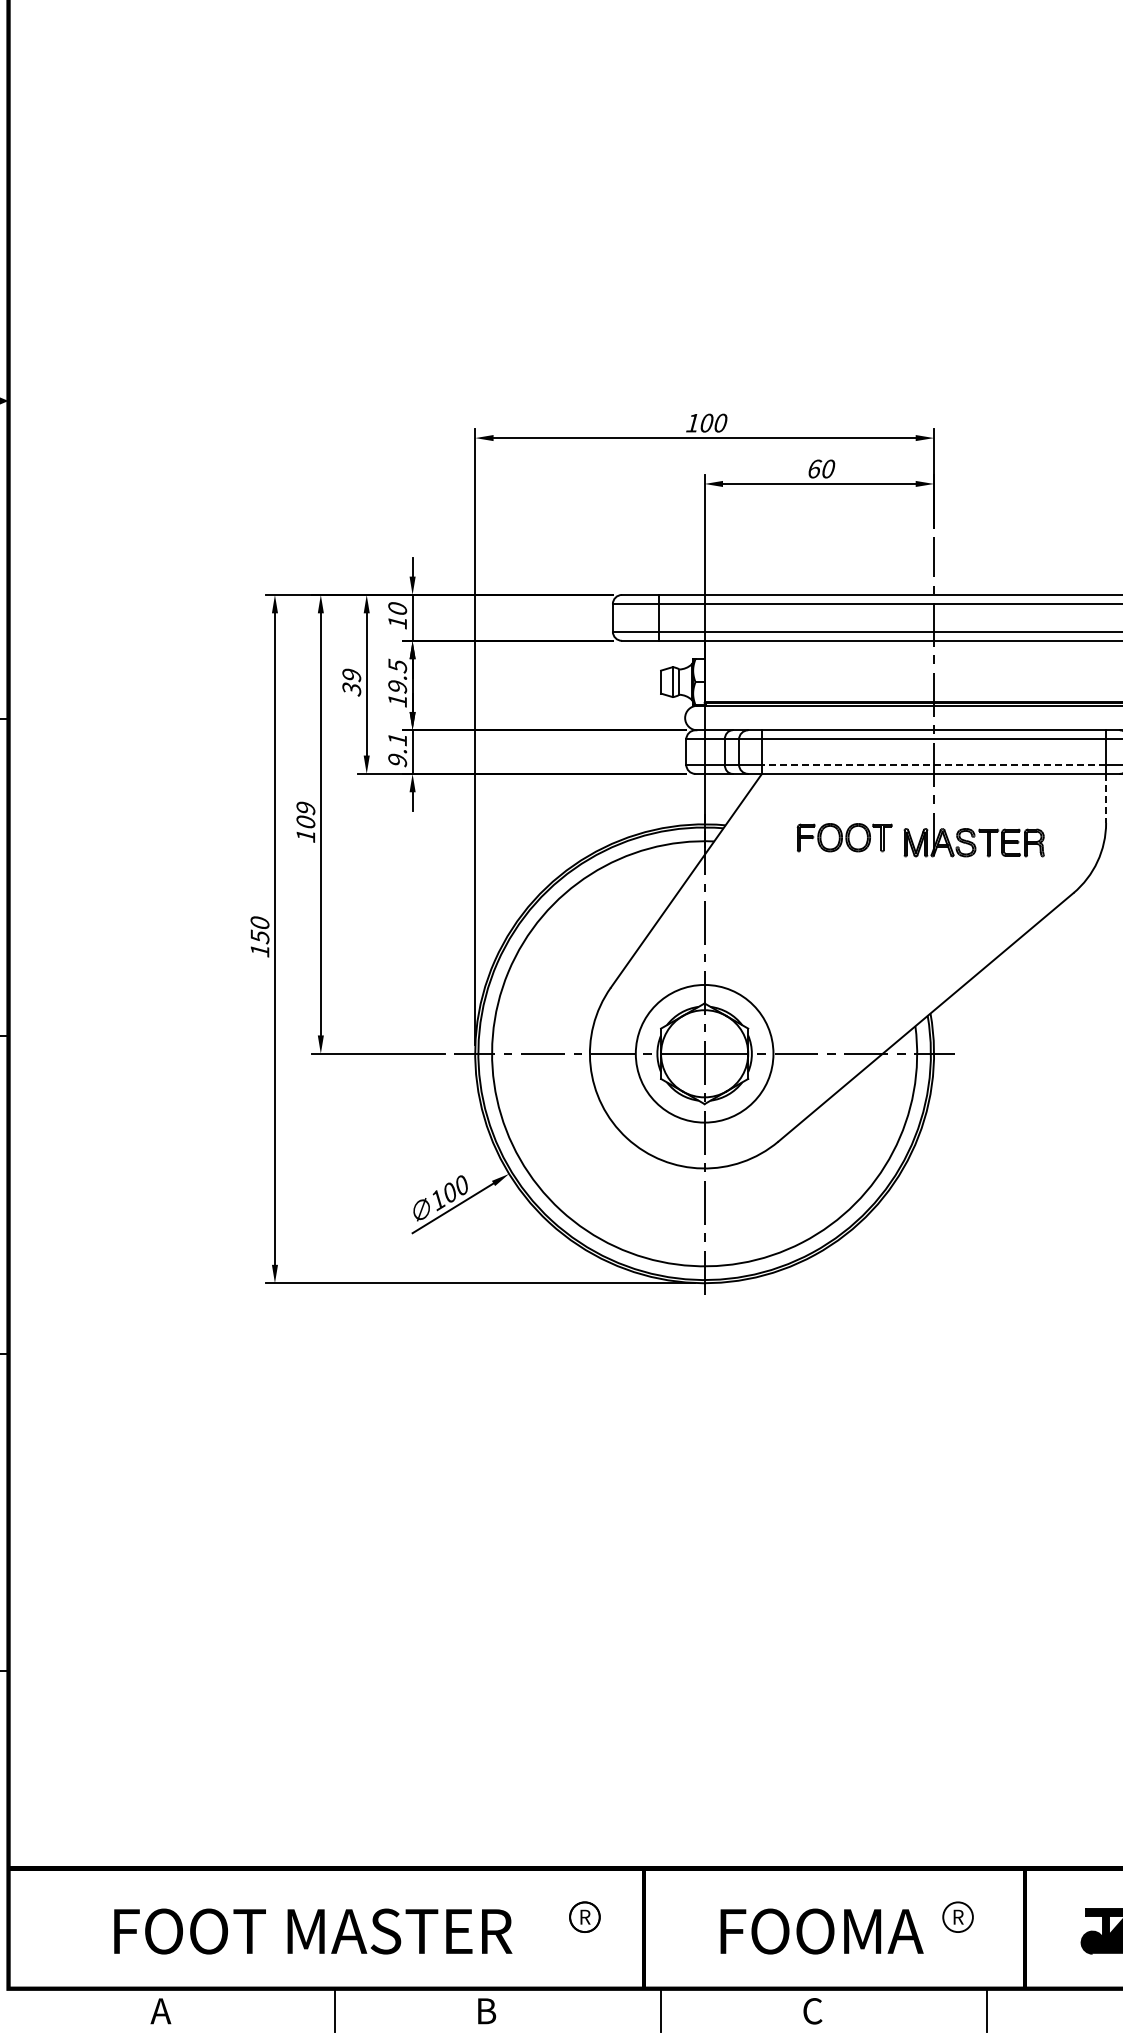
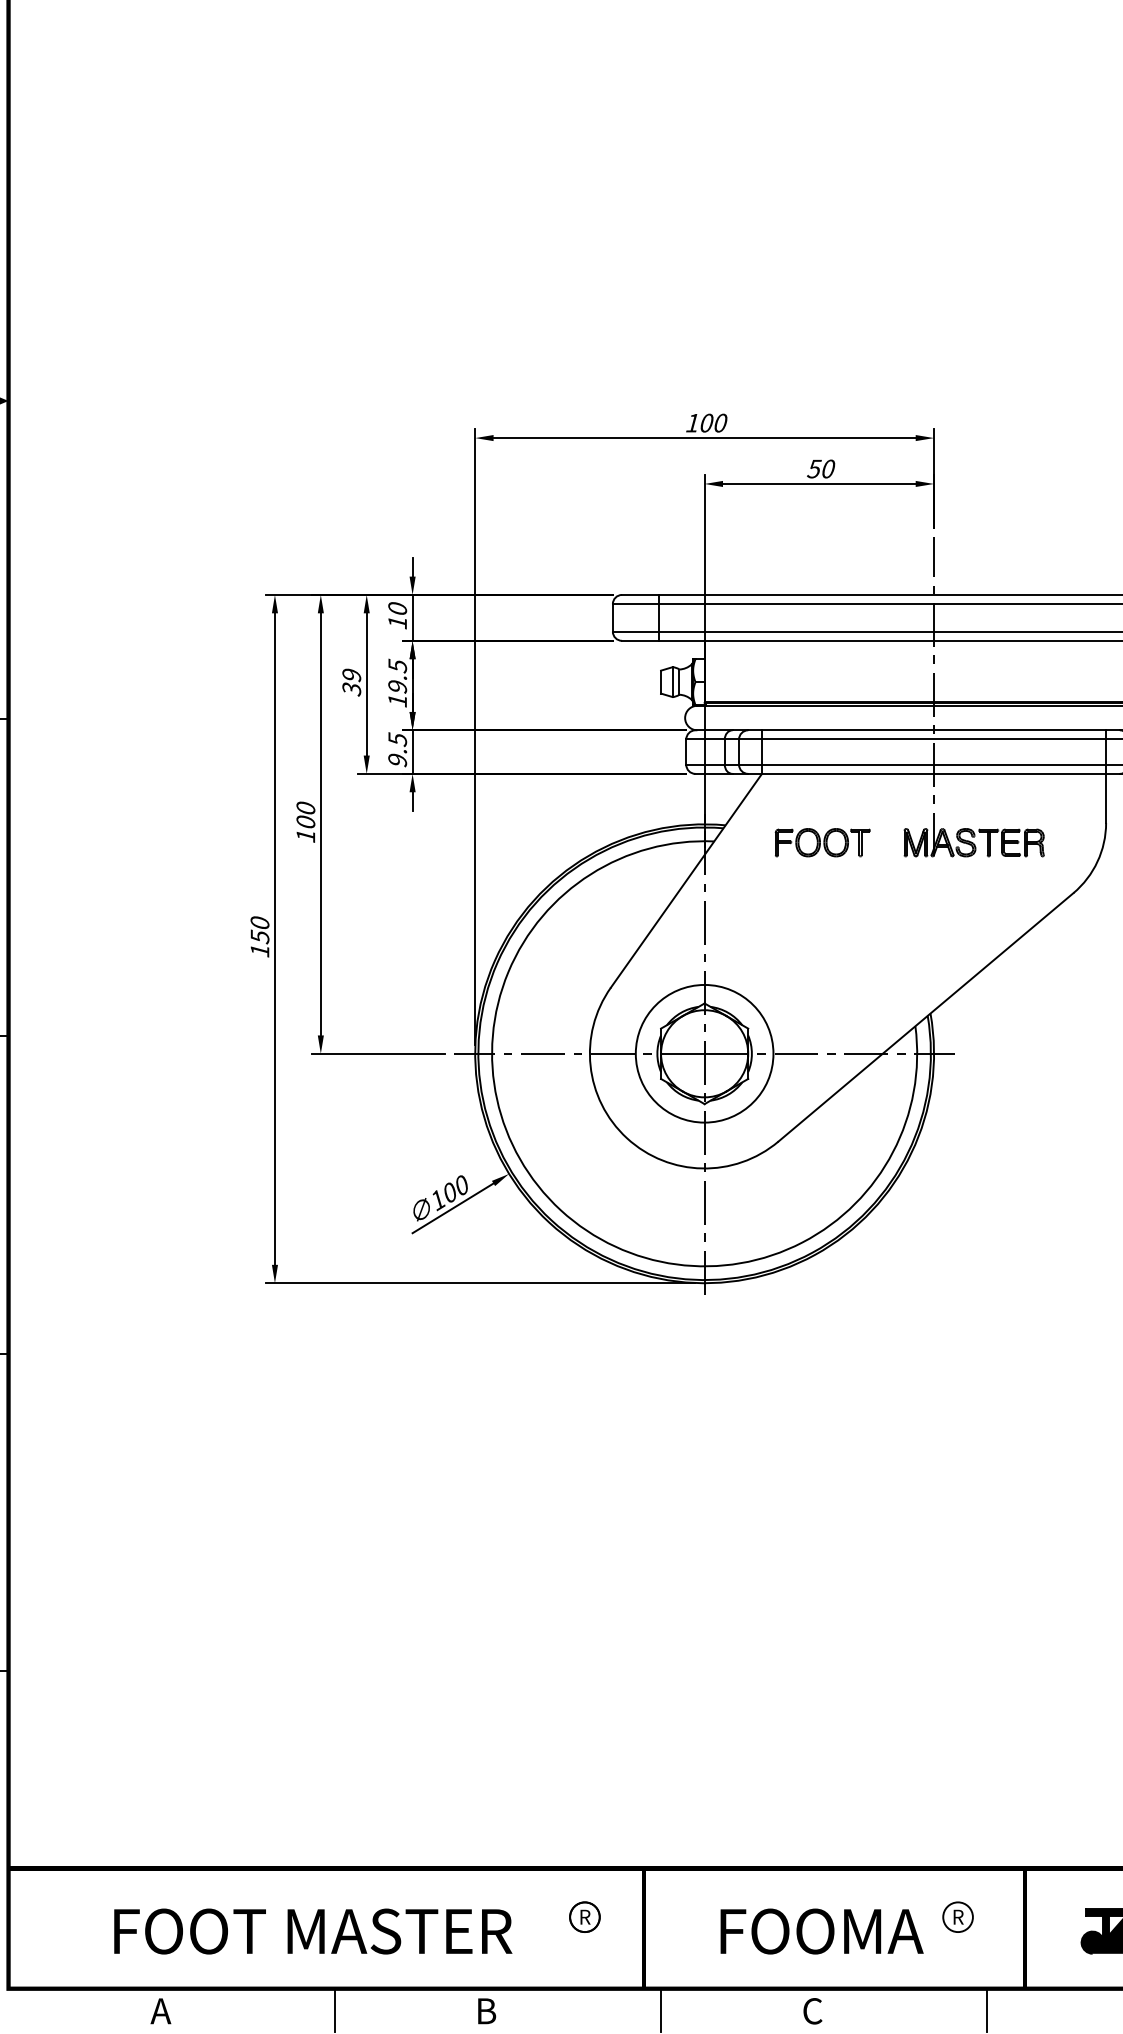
text at (814, 468): 60 -> 50
text at (397, 739): 9.1 -> 9.5
line at (933, 764): dashed -> solid
line at (1106, 798): dashed -> solid
text at (305, 808): 109 -> 100
part at (844, 837) position: (844, 837) -> (822, 842)
